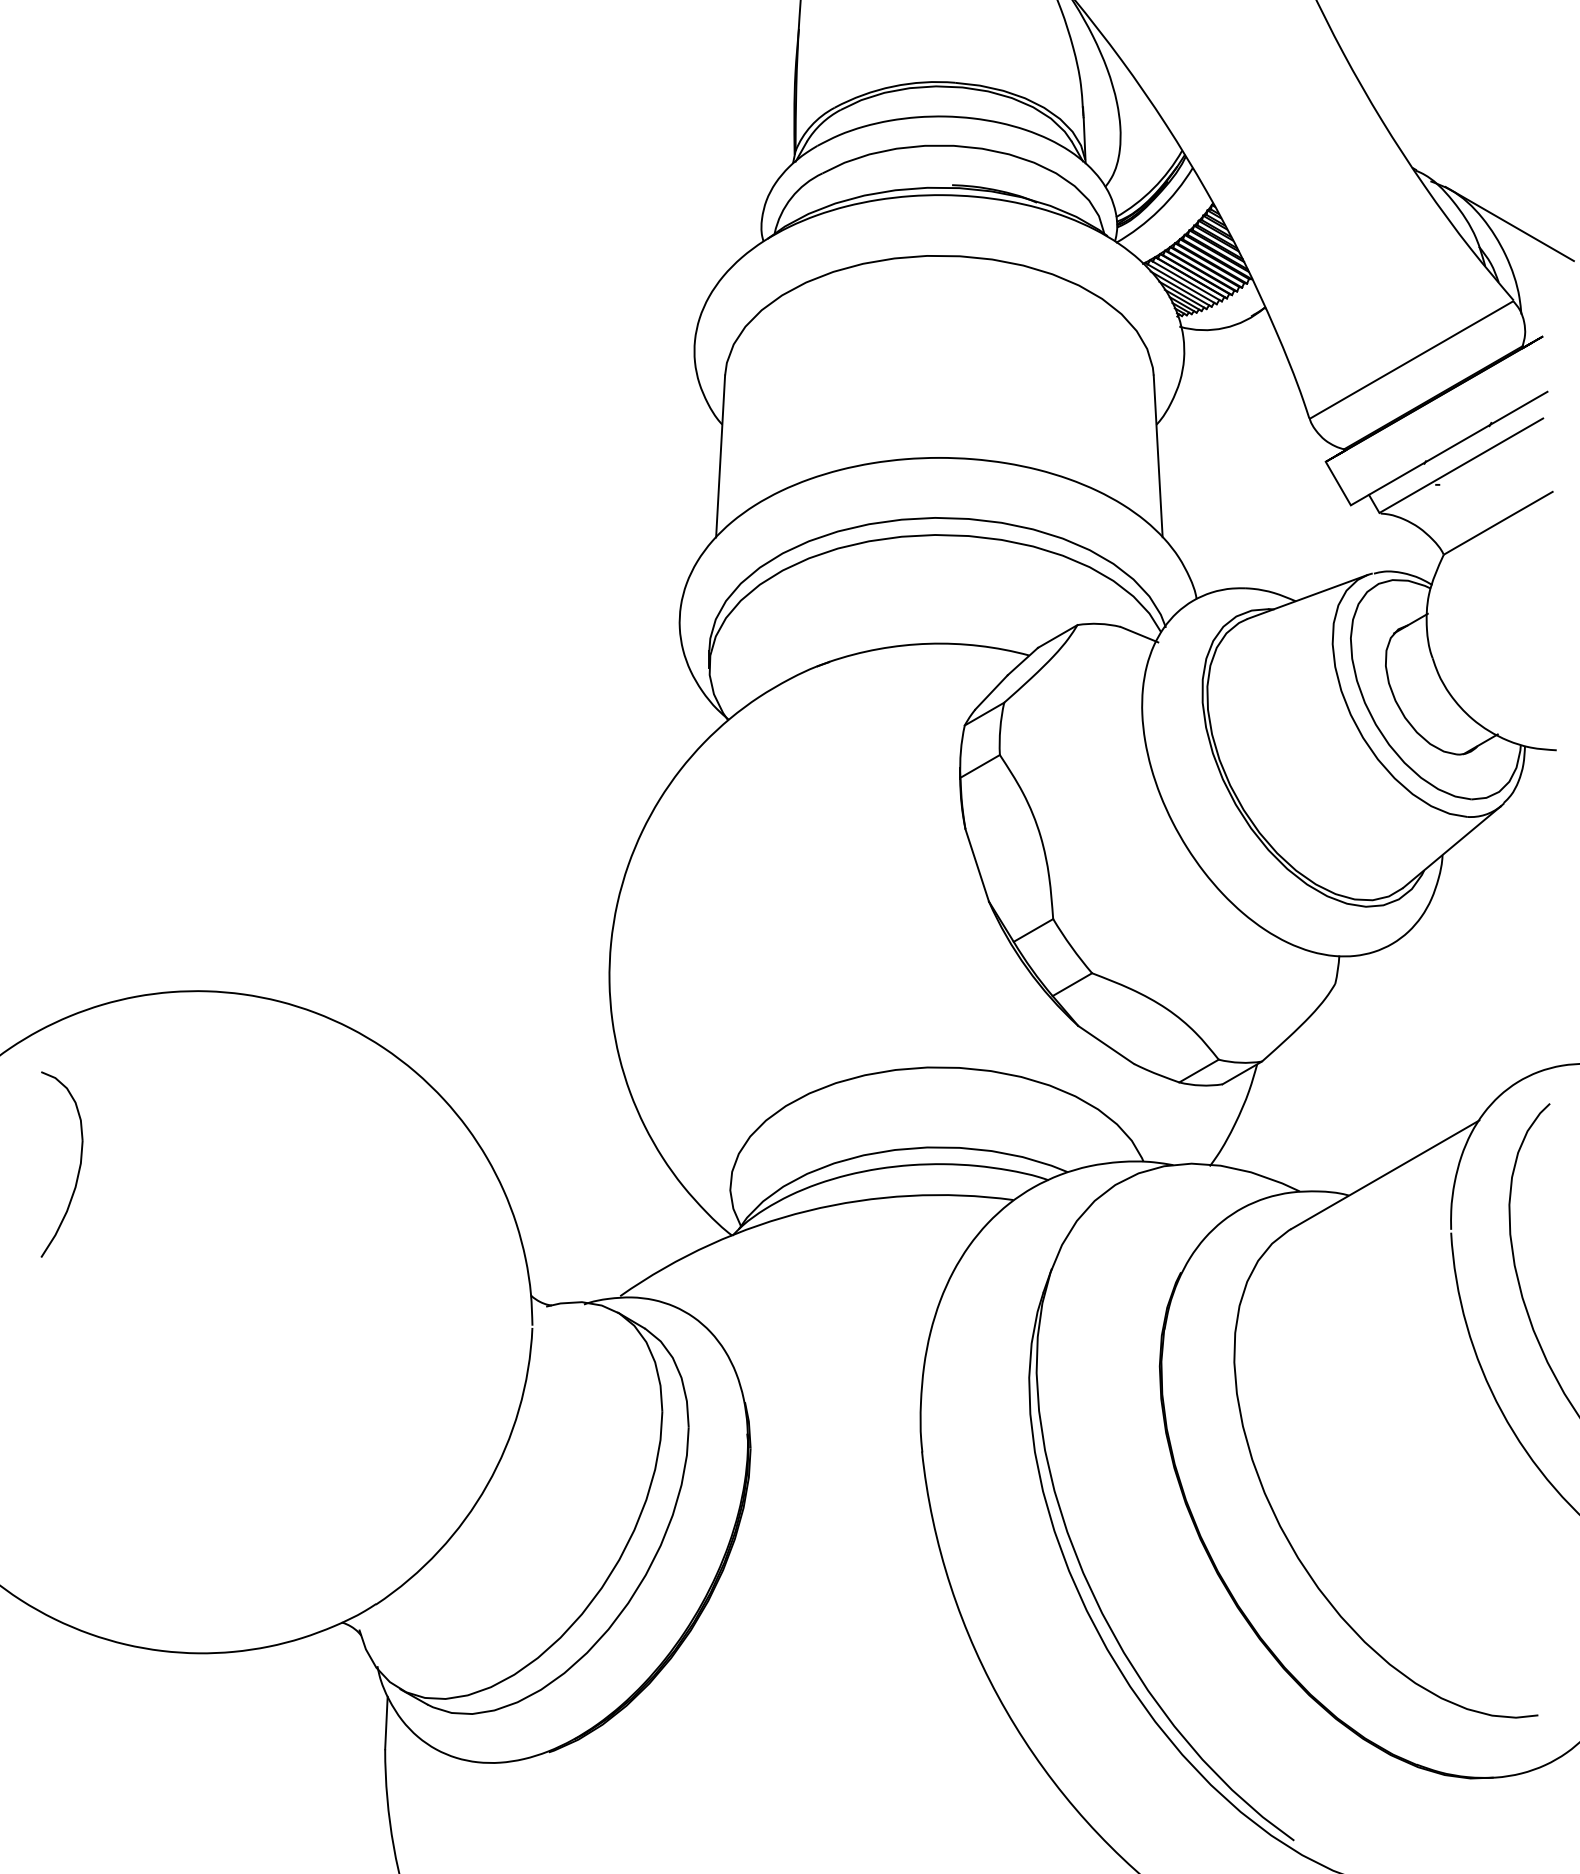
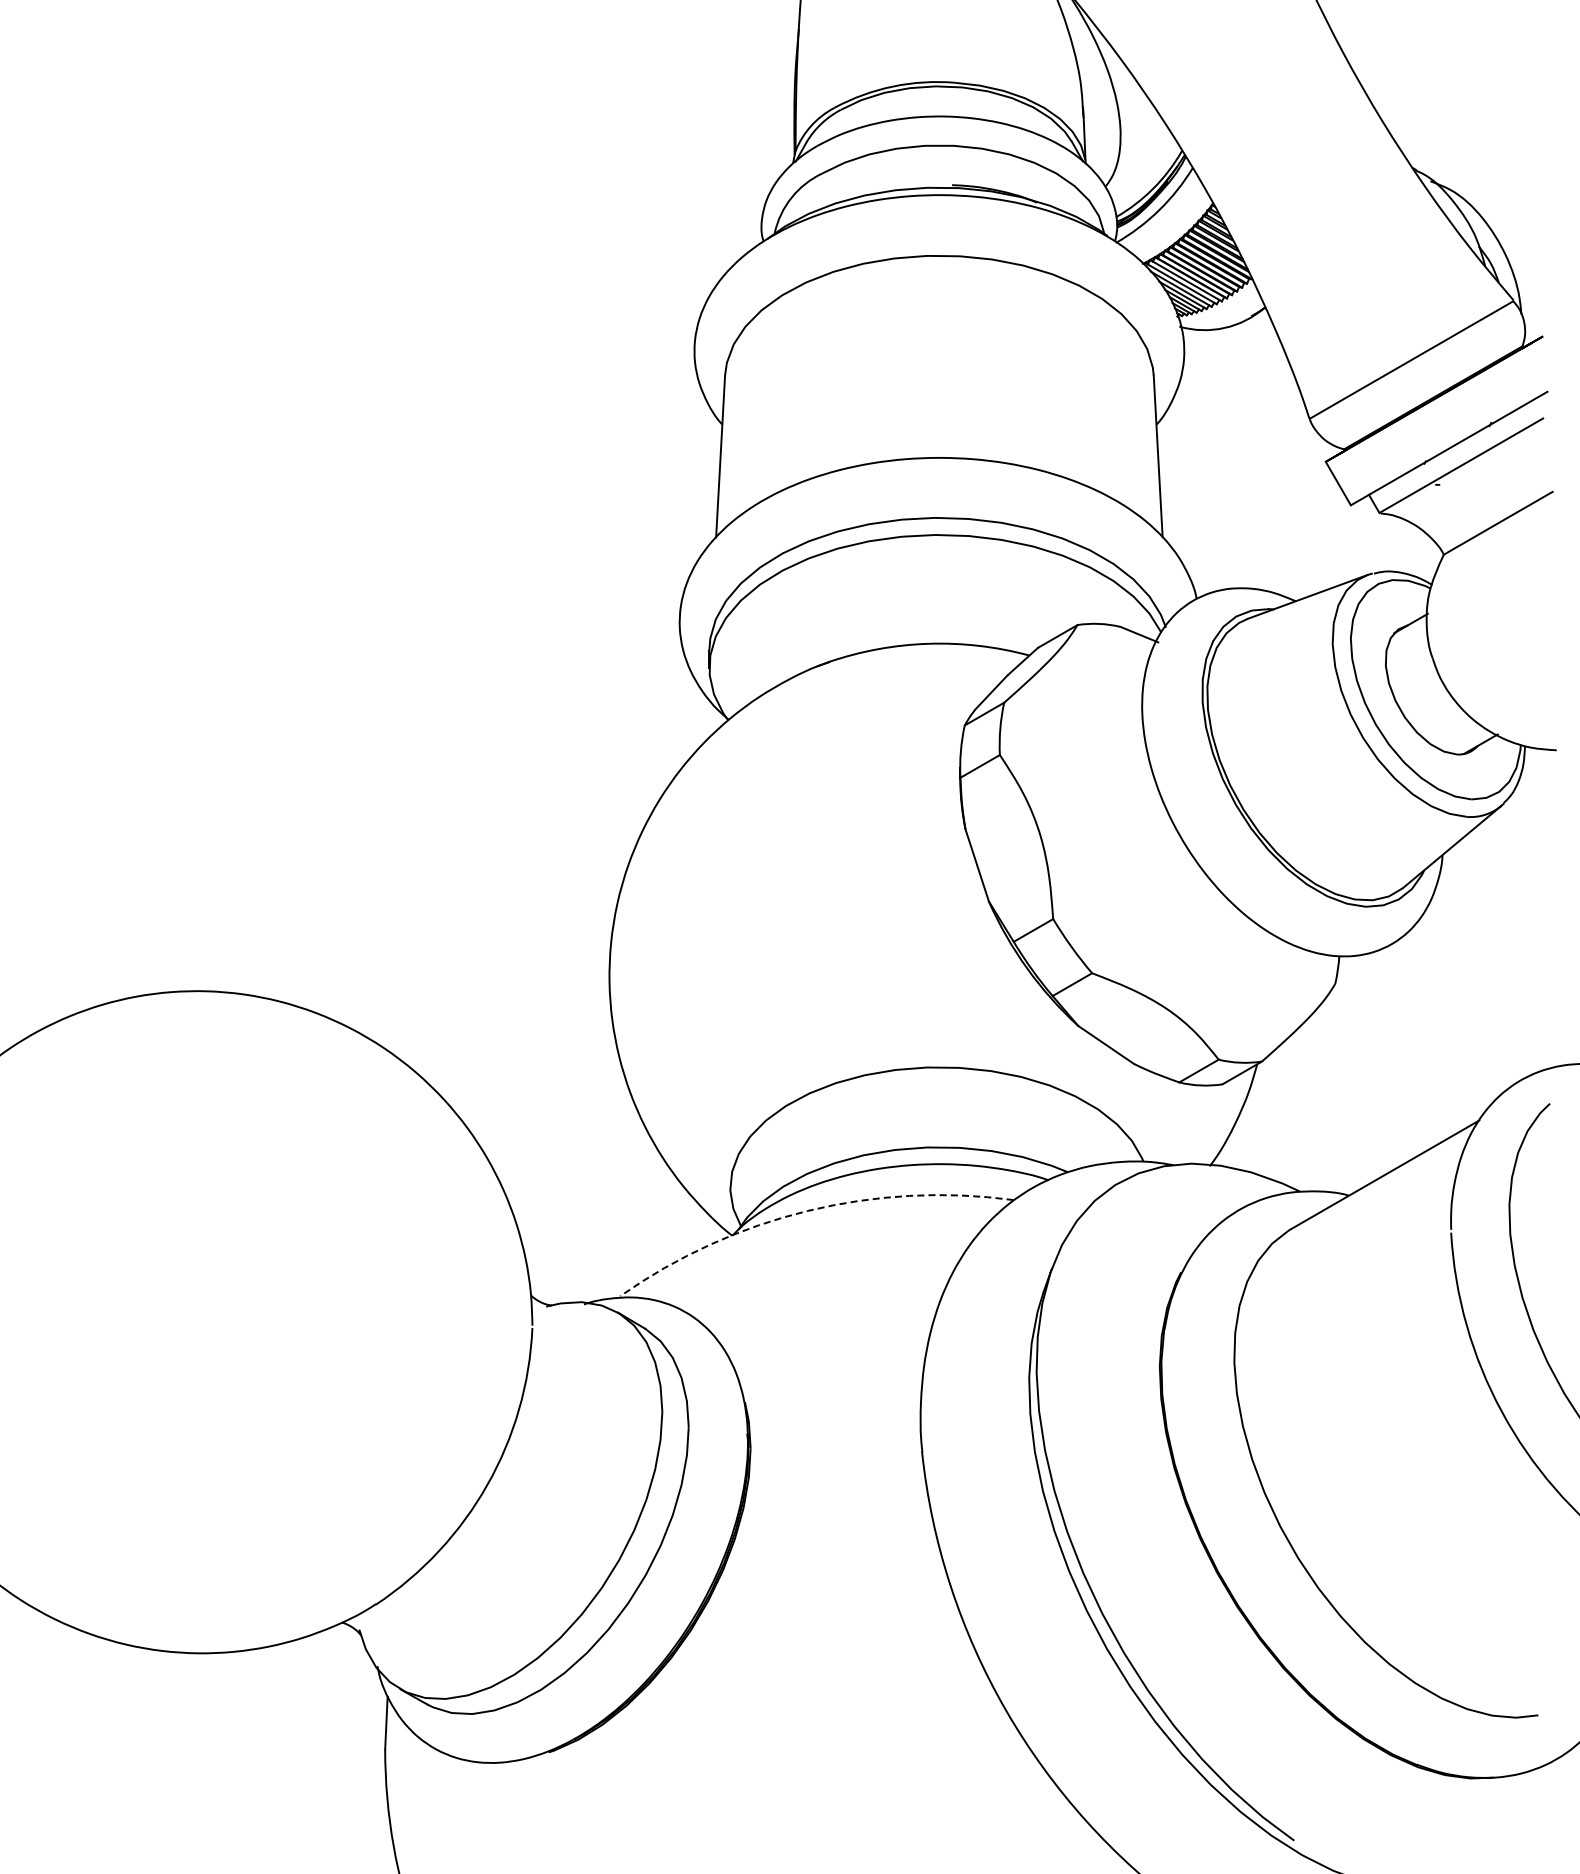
line at (1509, 223): present -> none
part at (78, 1168): present -> none
arc at (807, 1210): solid -> dashed
